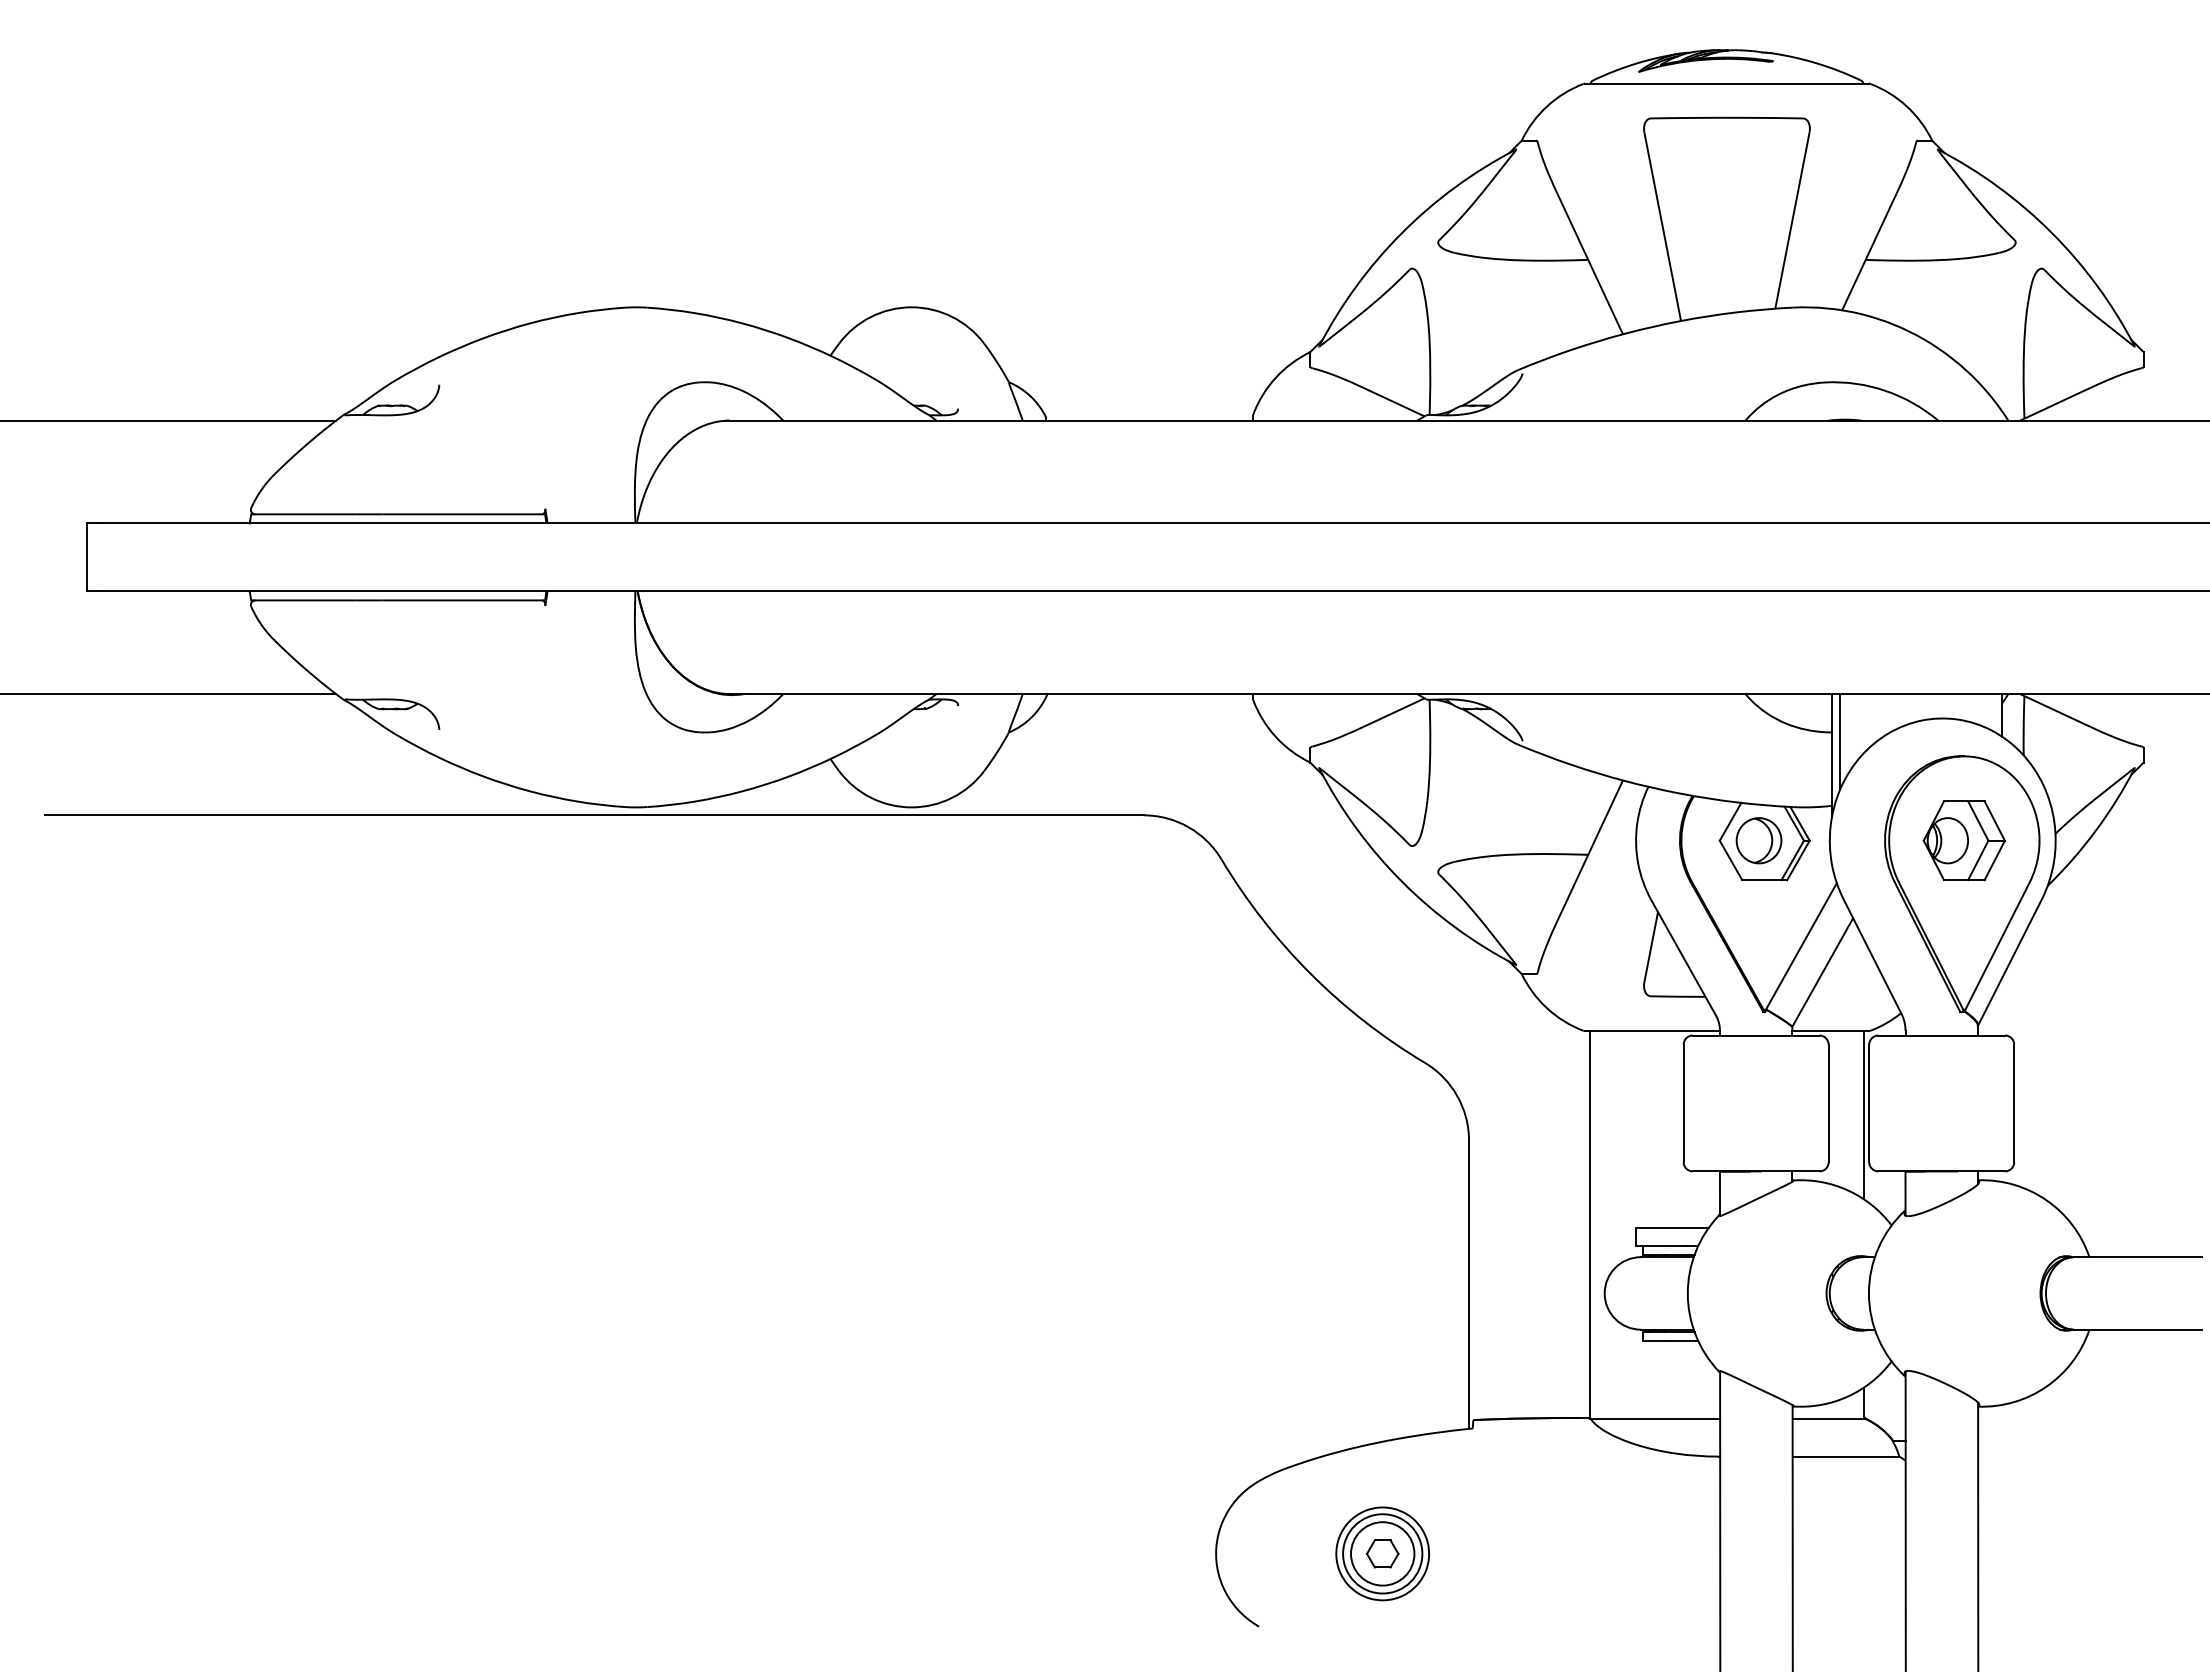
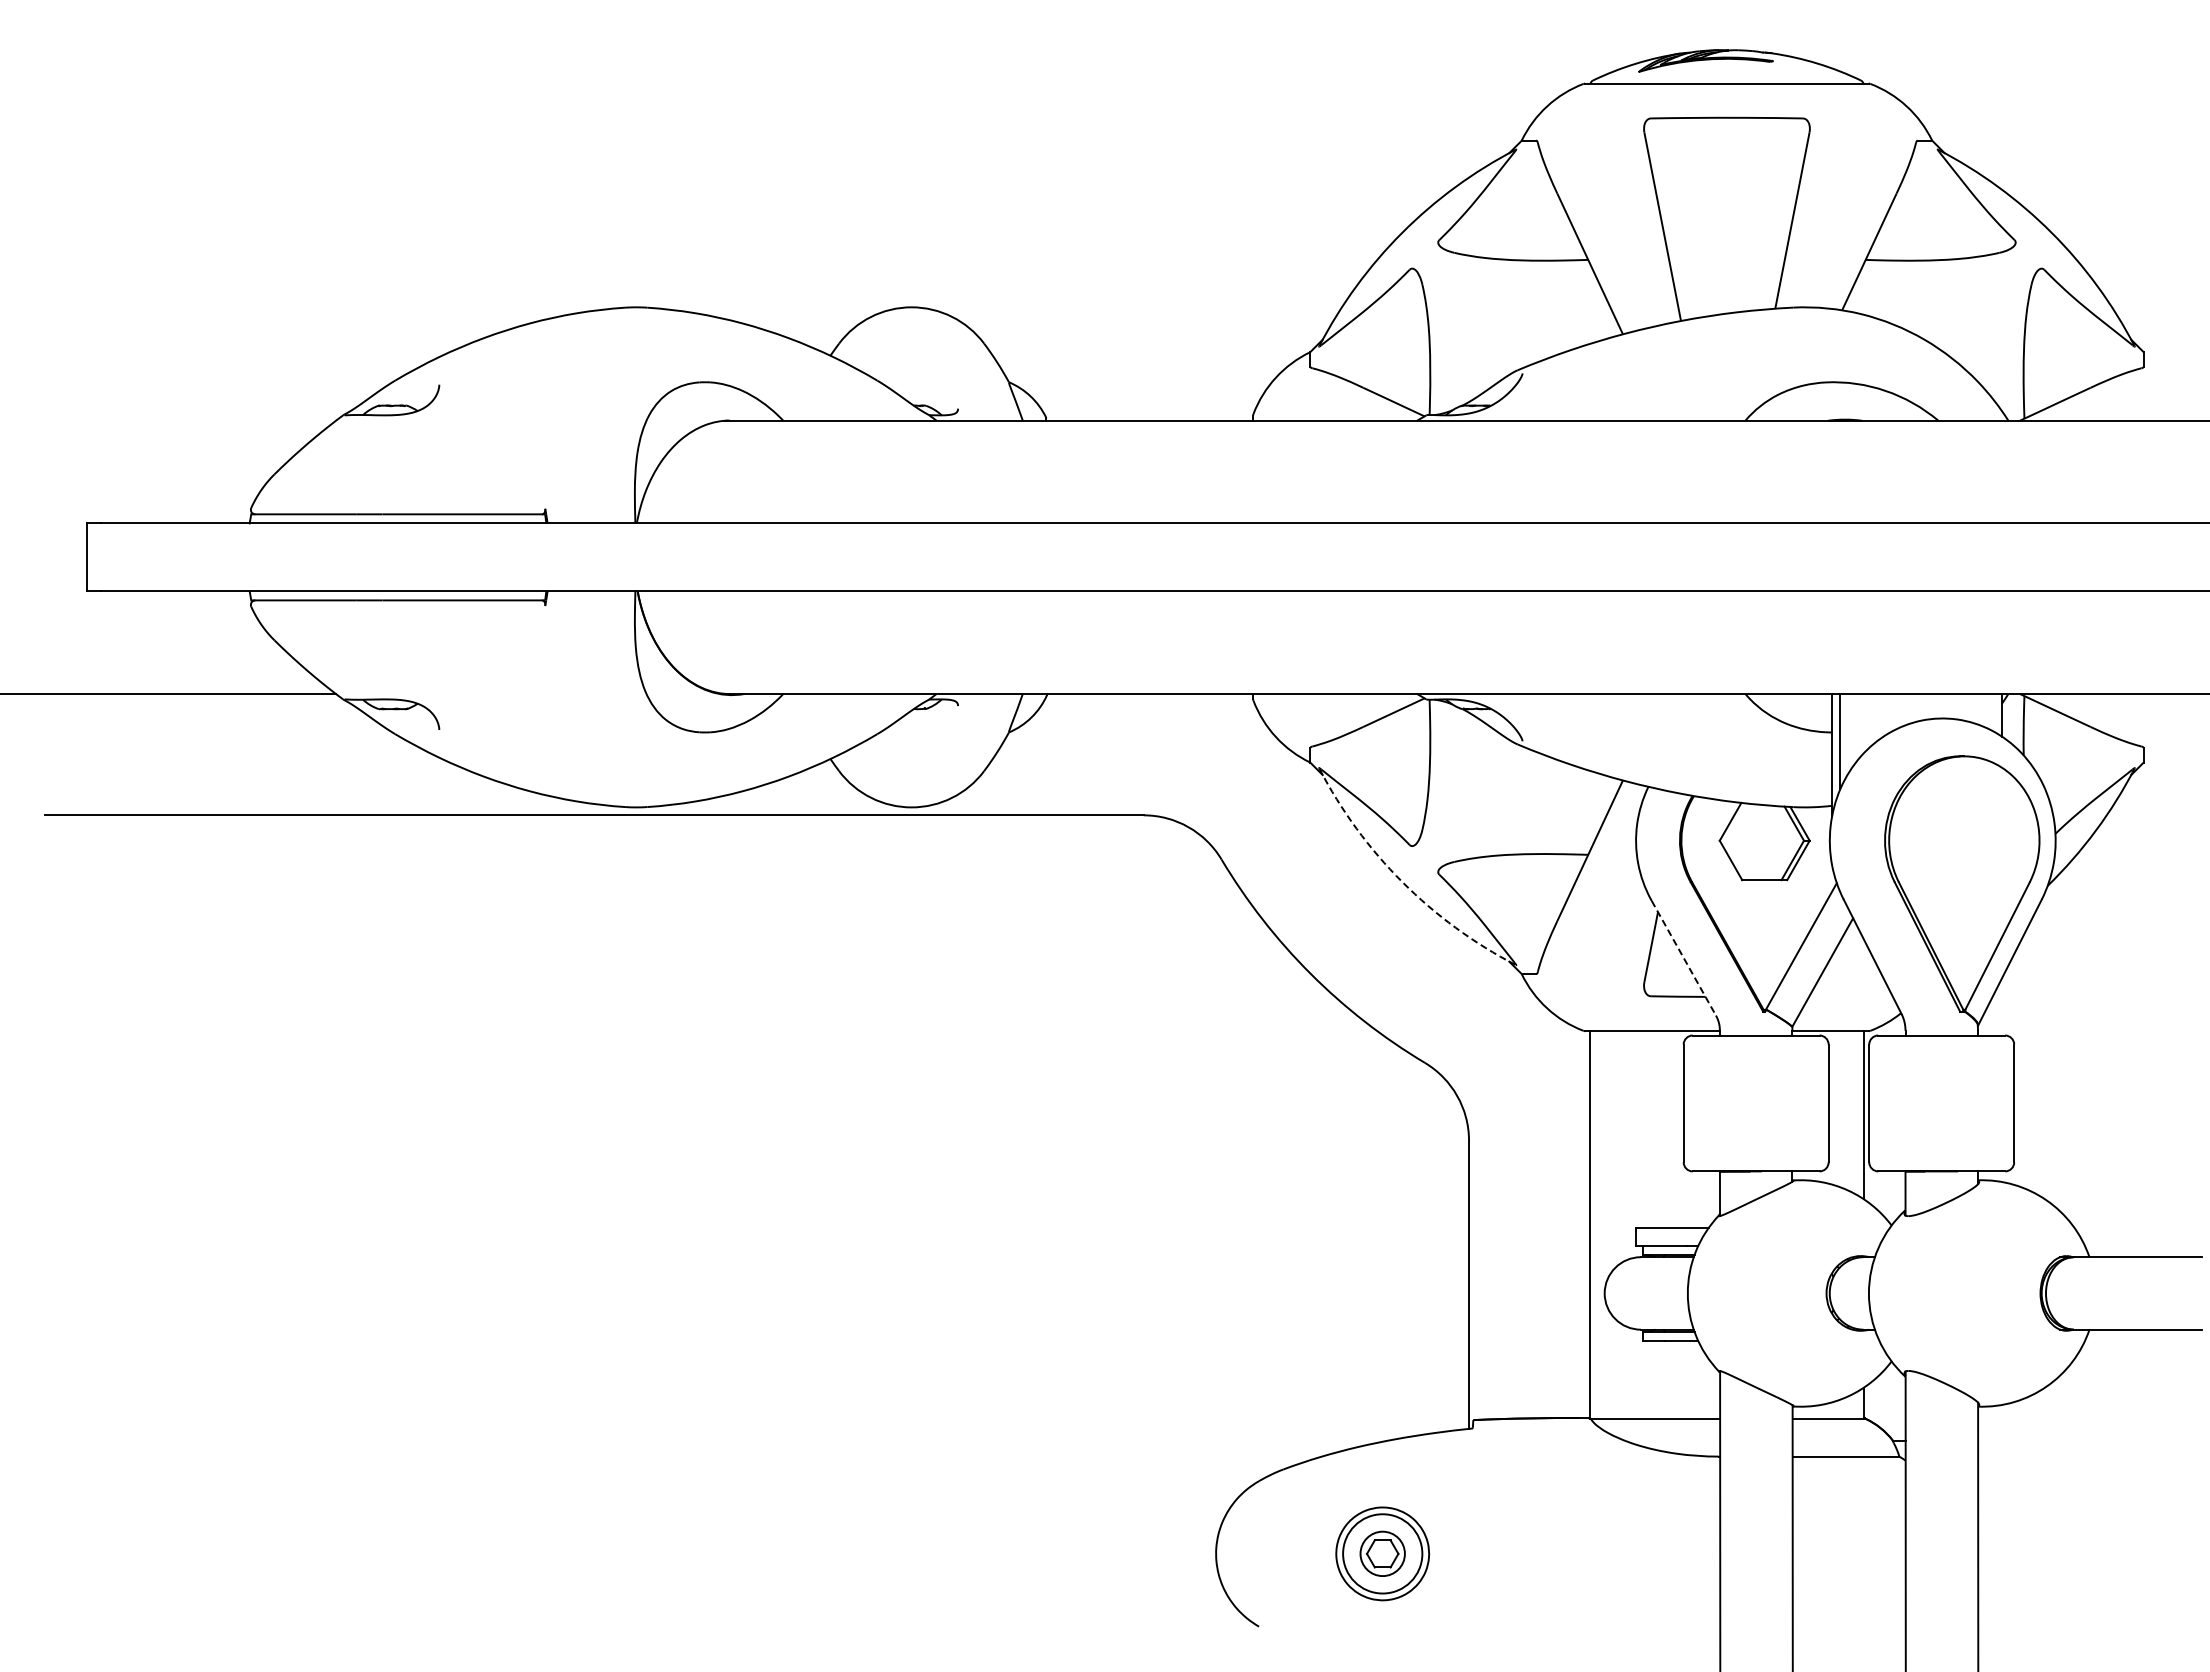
line at (168, 420): present -> none
part at (1758, 840): present -> none
part at (1963, 840): present -> none
arc at (1402, 882): solid -> dashed
line at (1683, 958): solid -> dashed
circle at (1382, 1553) diameter: 63 px -> 44 px
